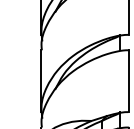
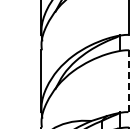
line at (129, 81): solid -> dashed
